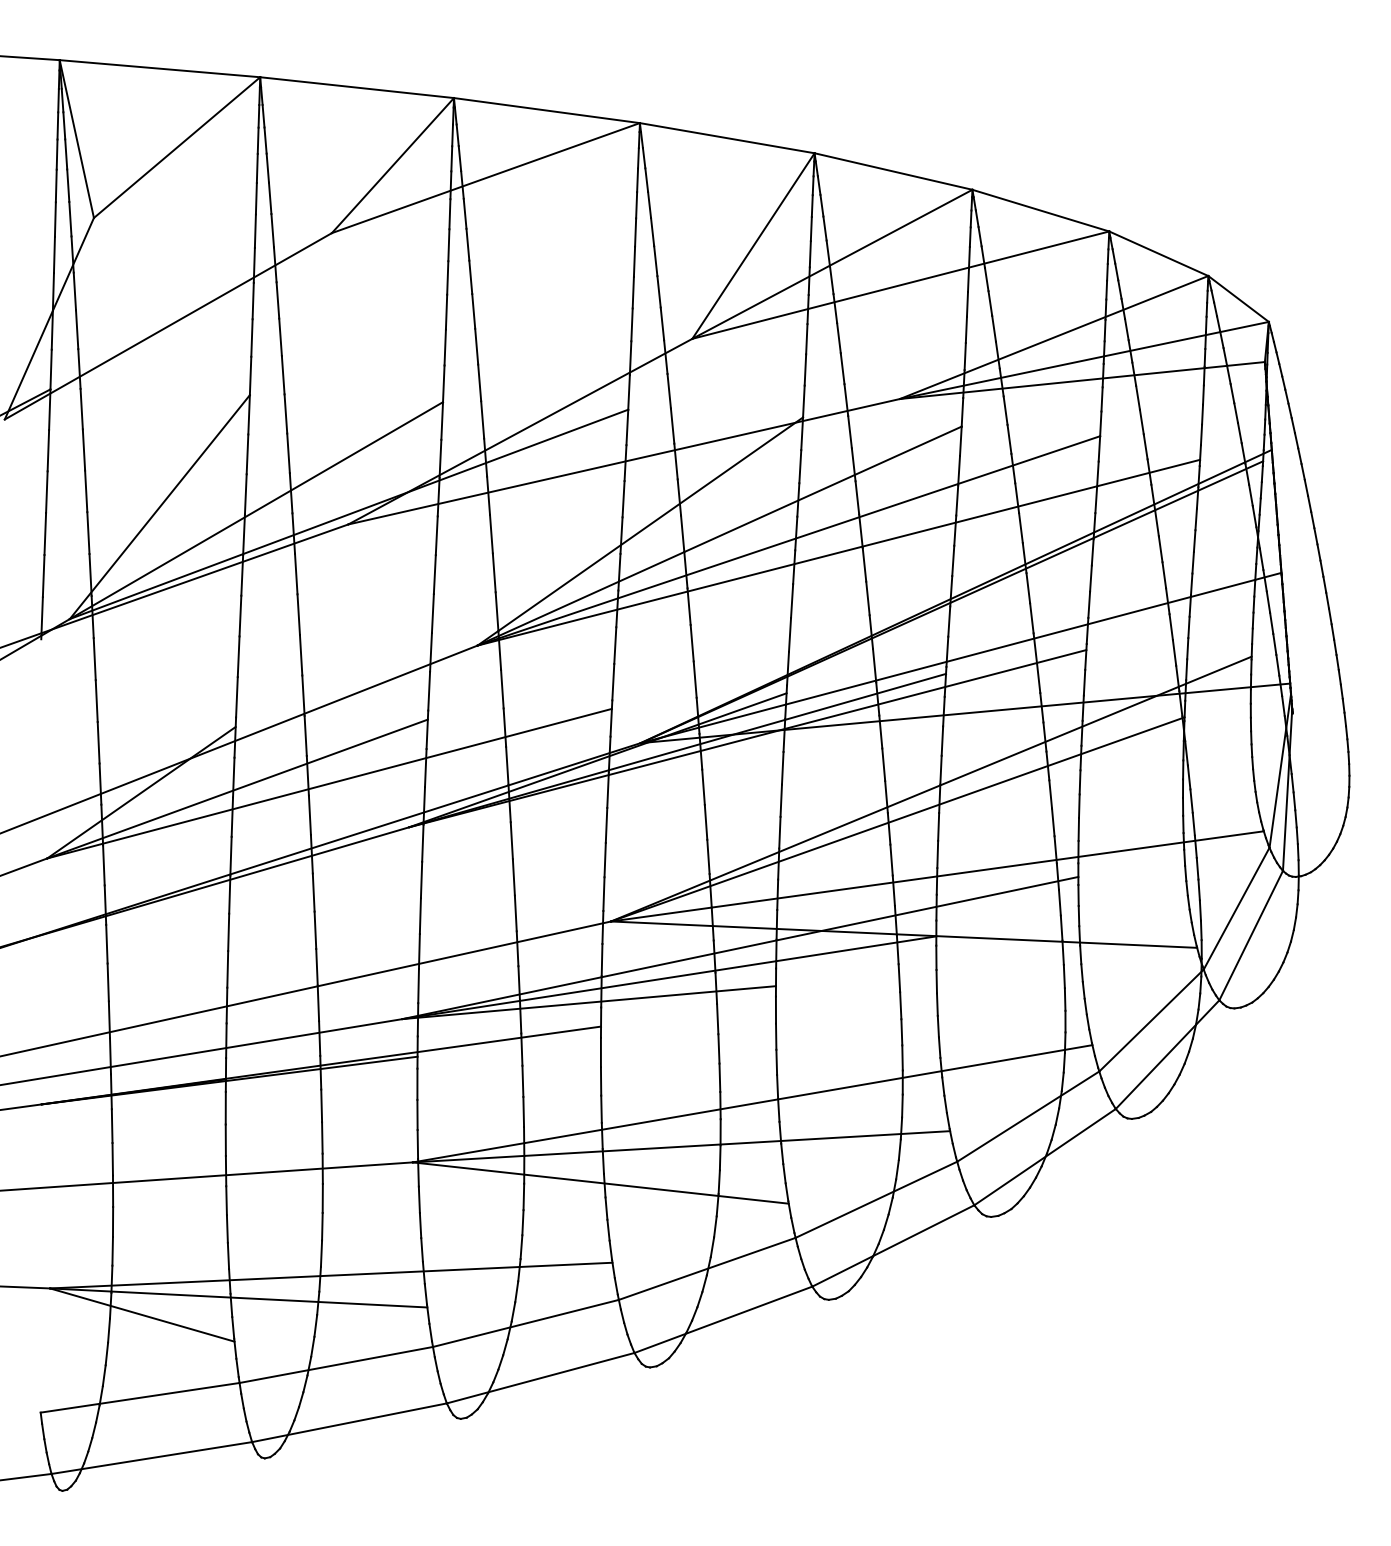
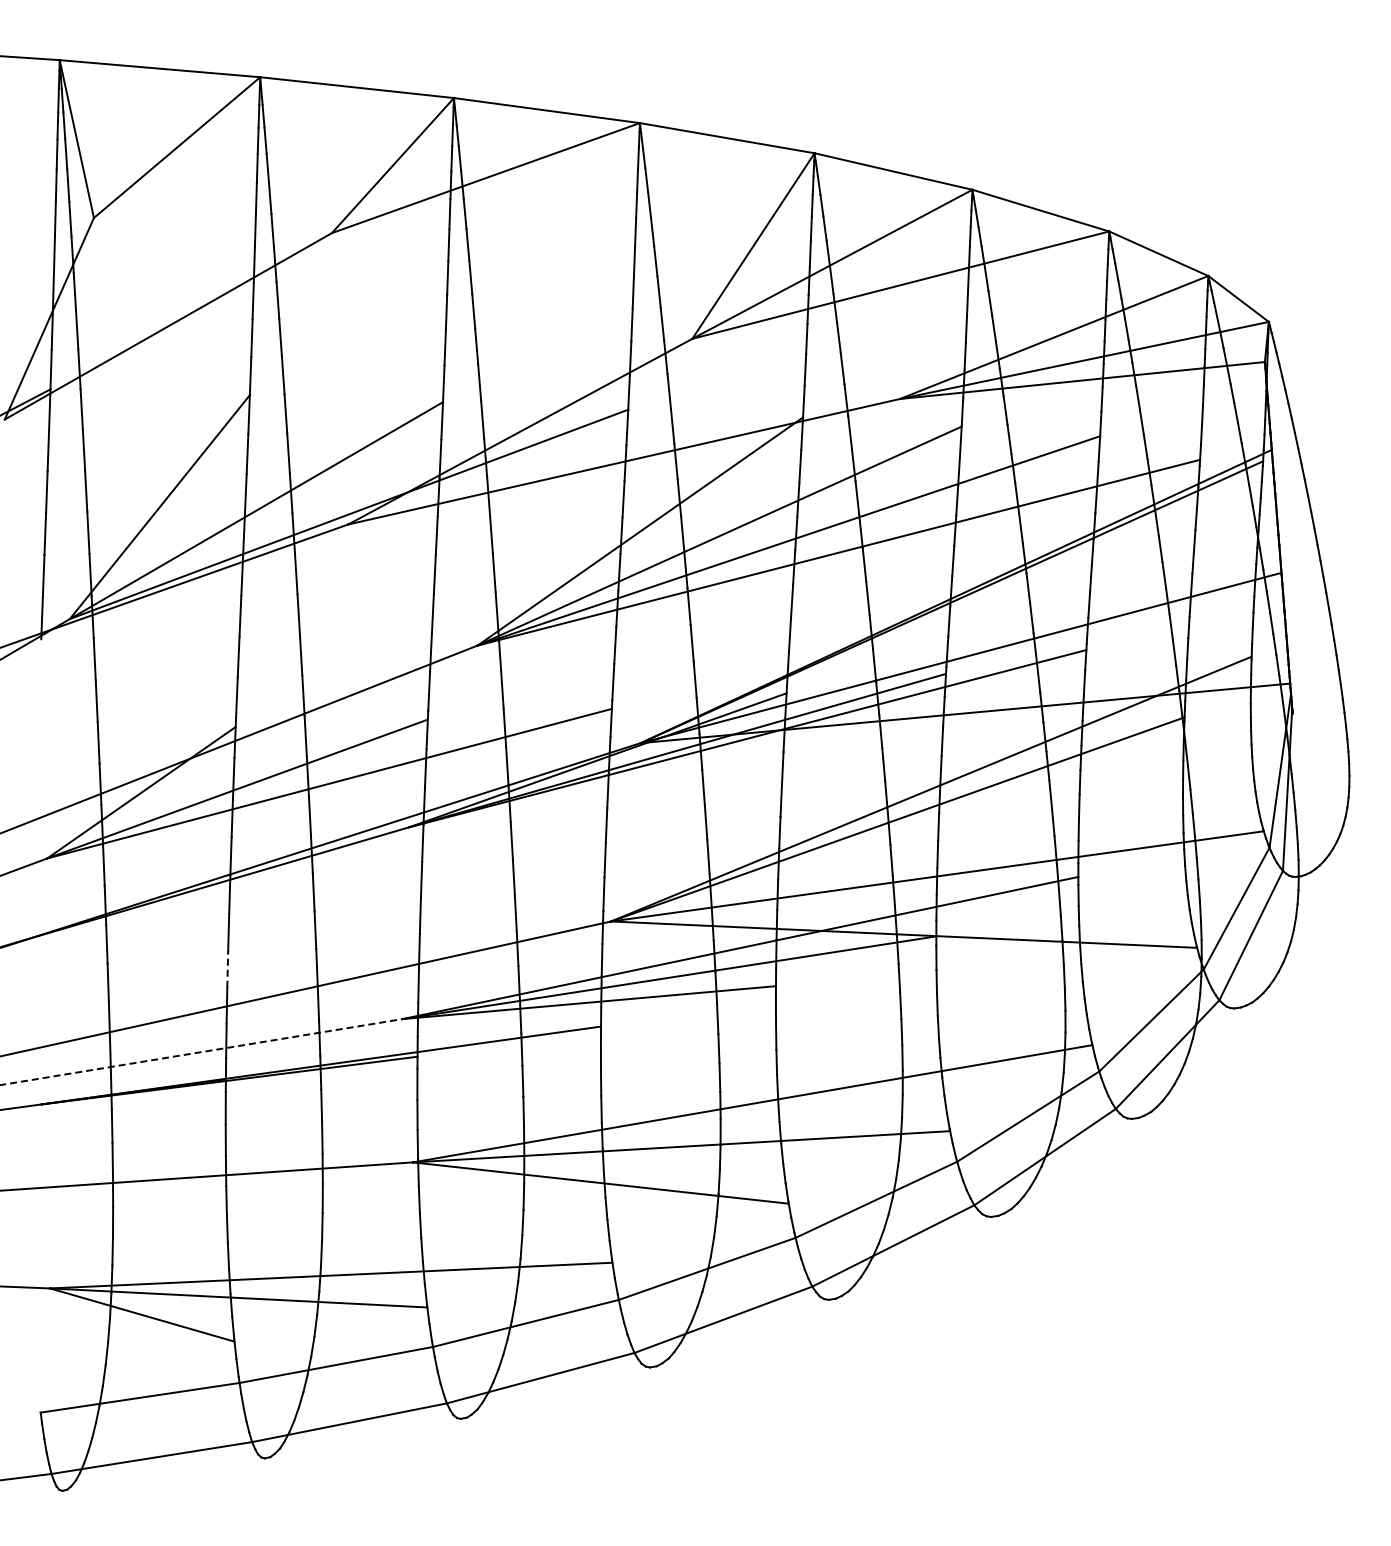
line at (227, 968): solid -> dashed
line at (201, 1052): solid -> dashed
